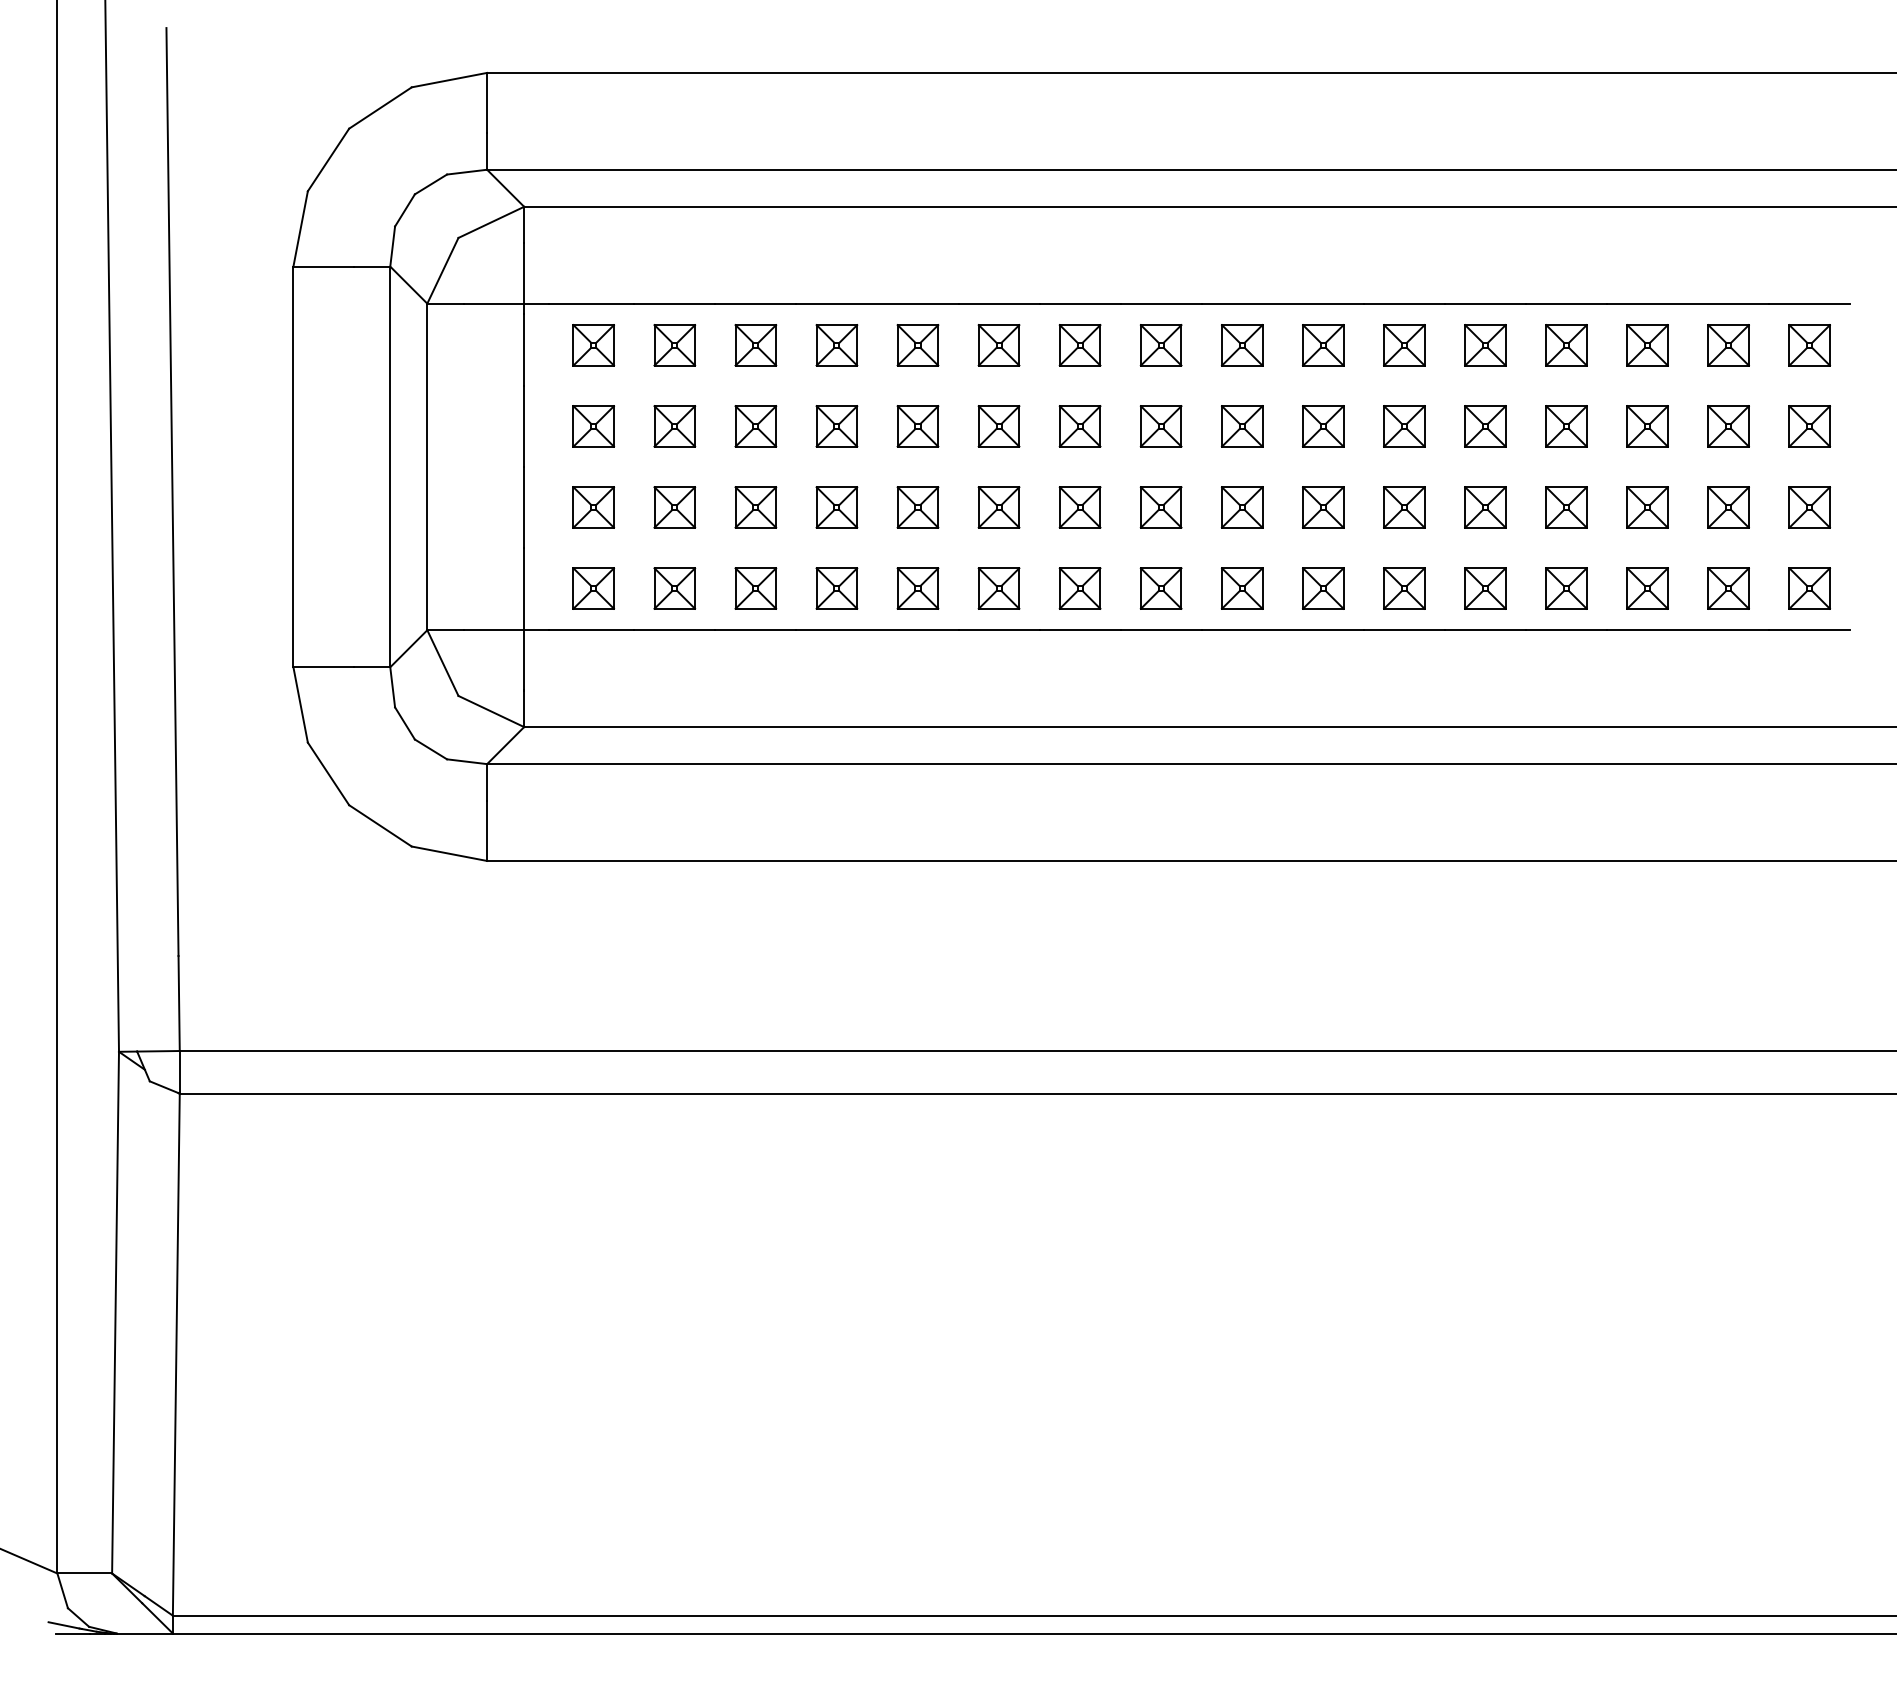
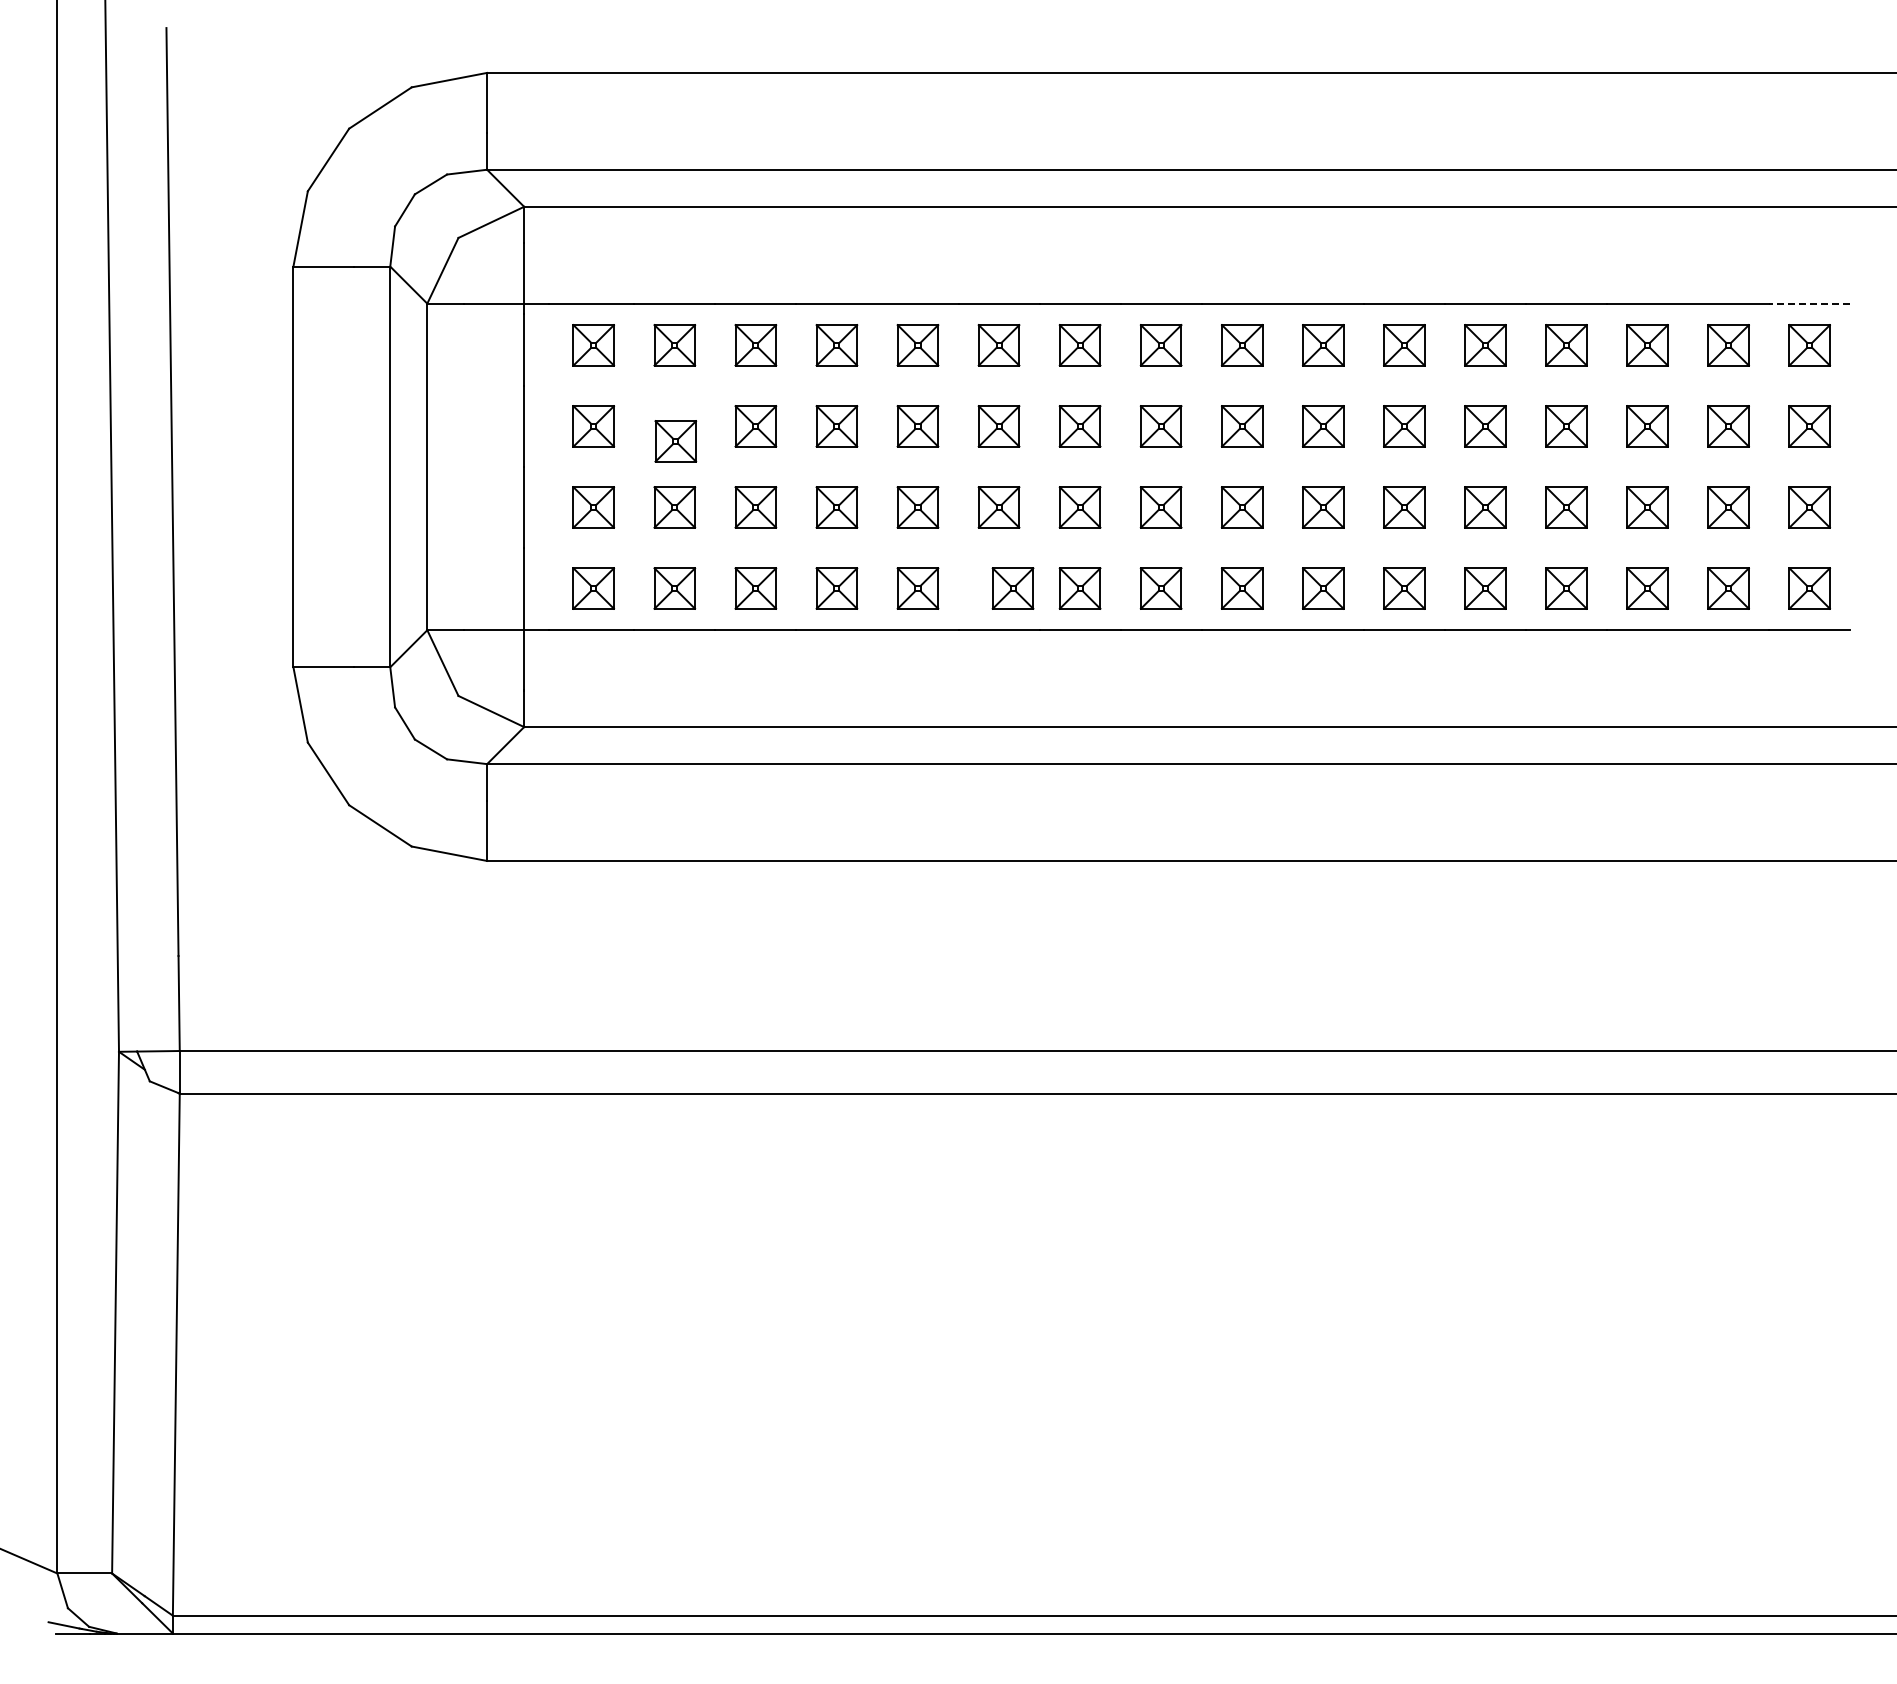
line at (1809, 303): solid -> dashed
part at (674, 426) position: (674, 426) -> (675, 441)
part at (998, 588) position: (998, 588) -> (1012, 588)
